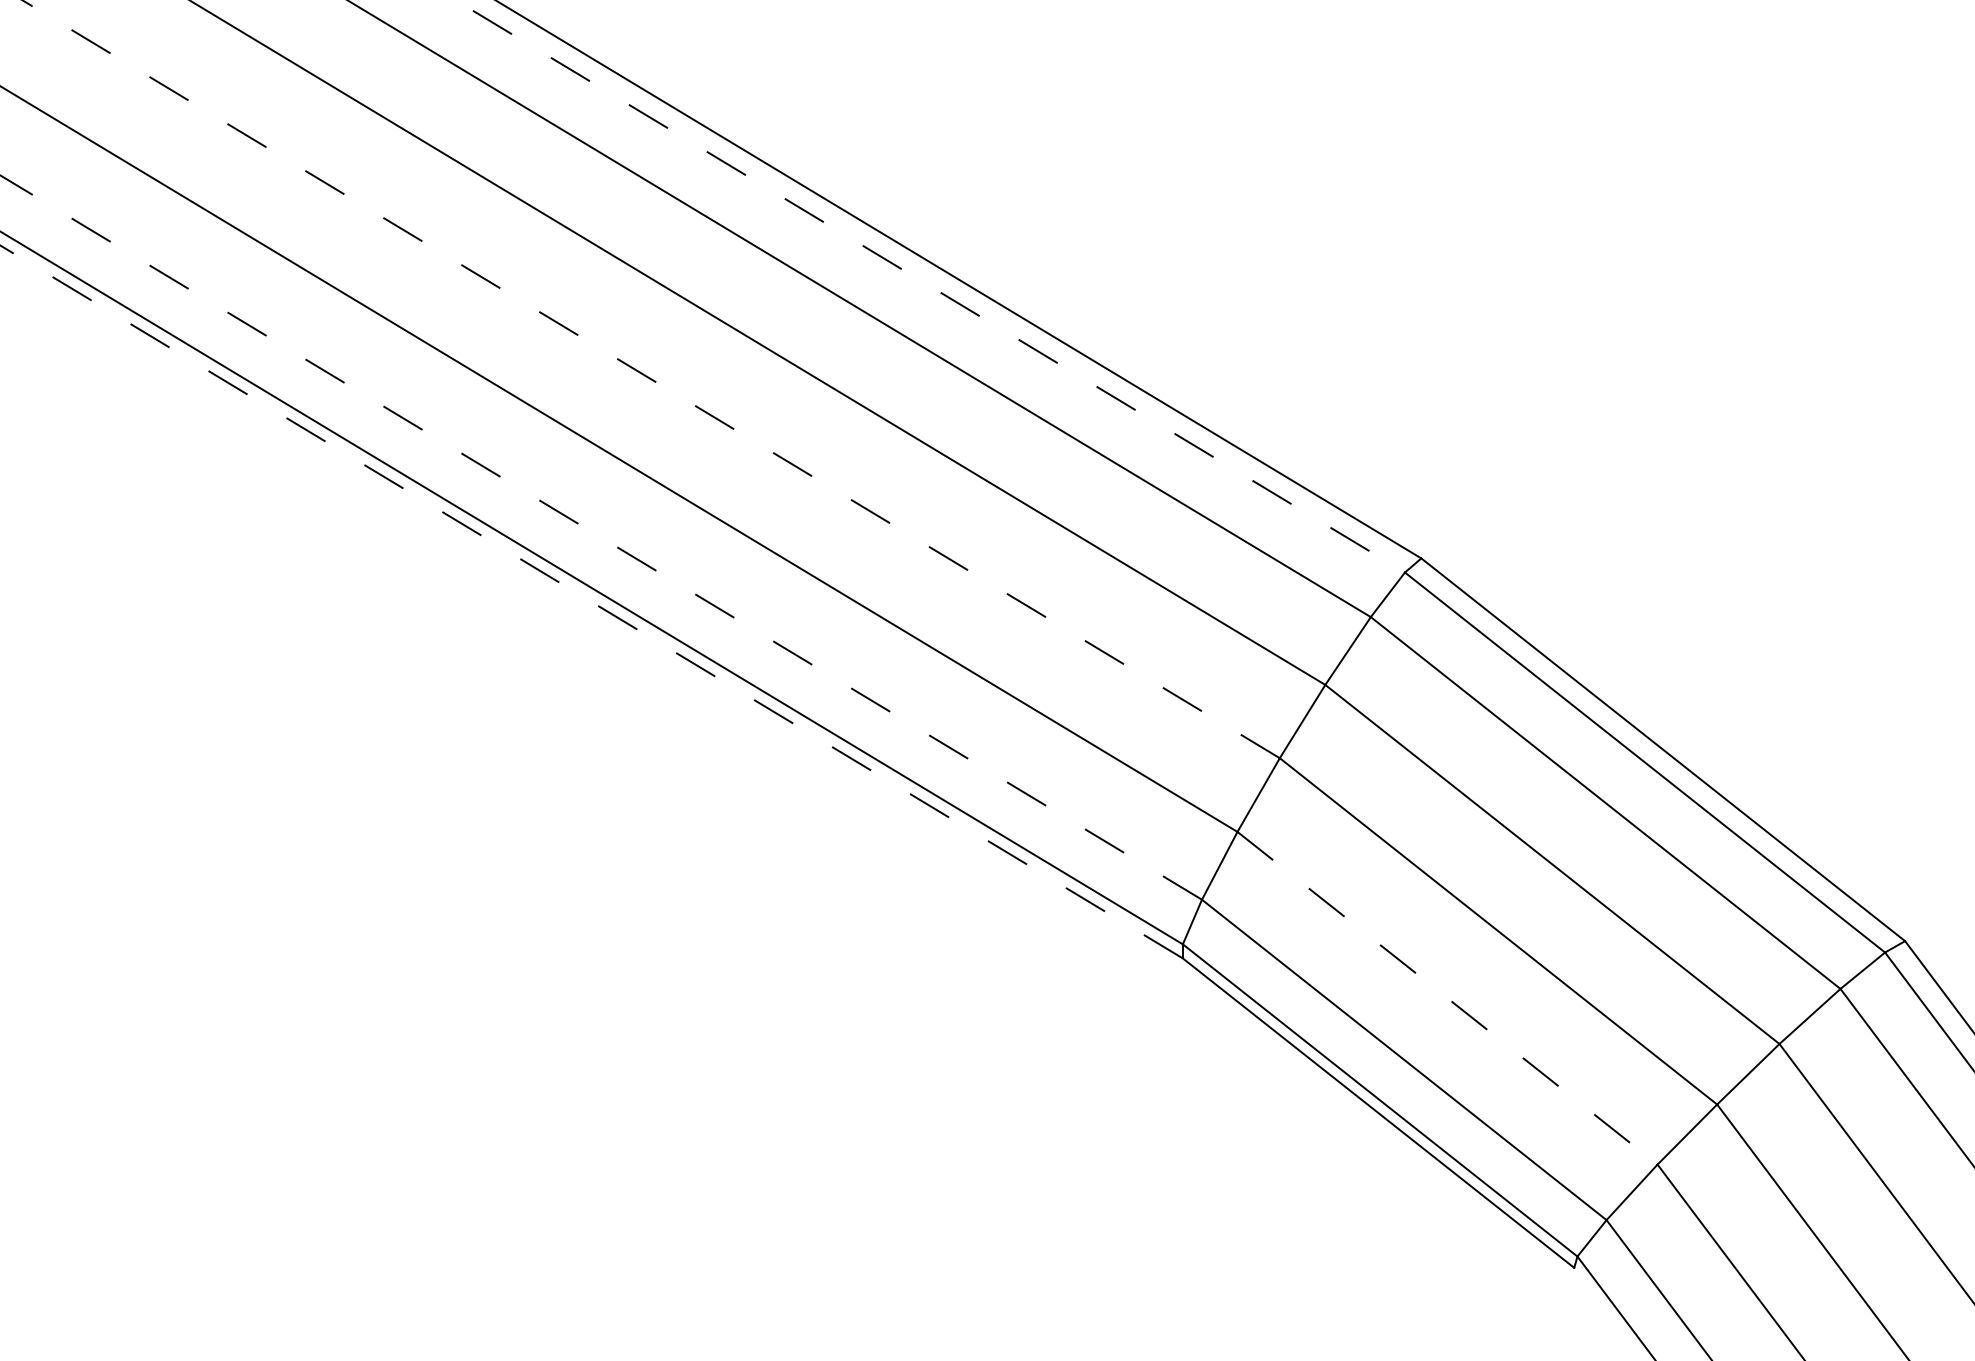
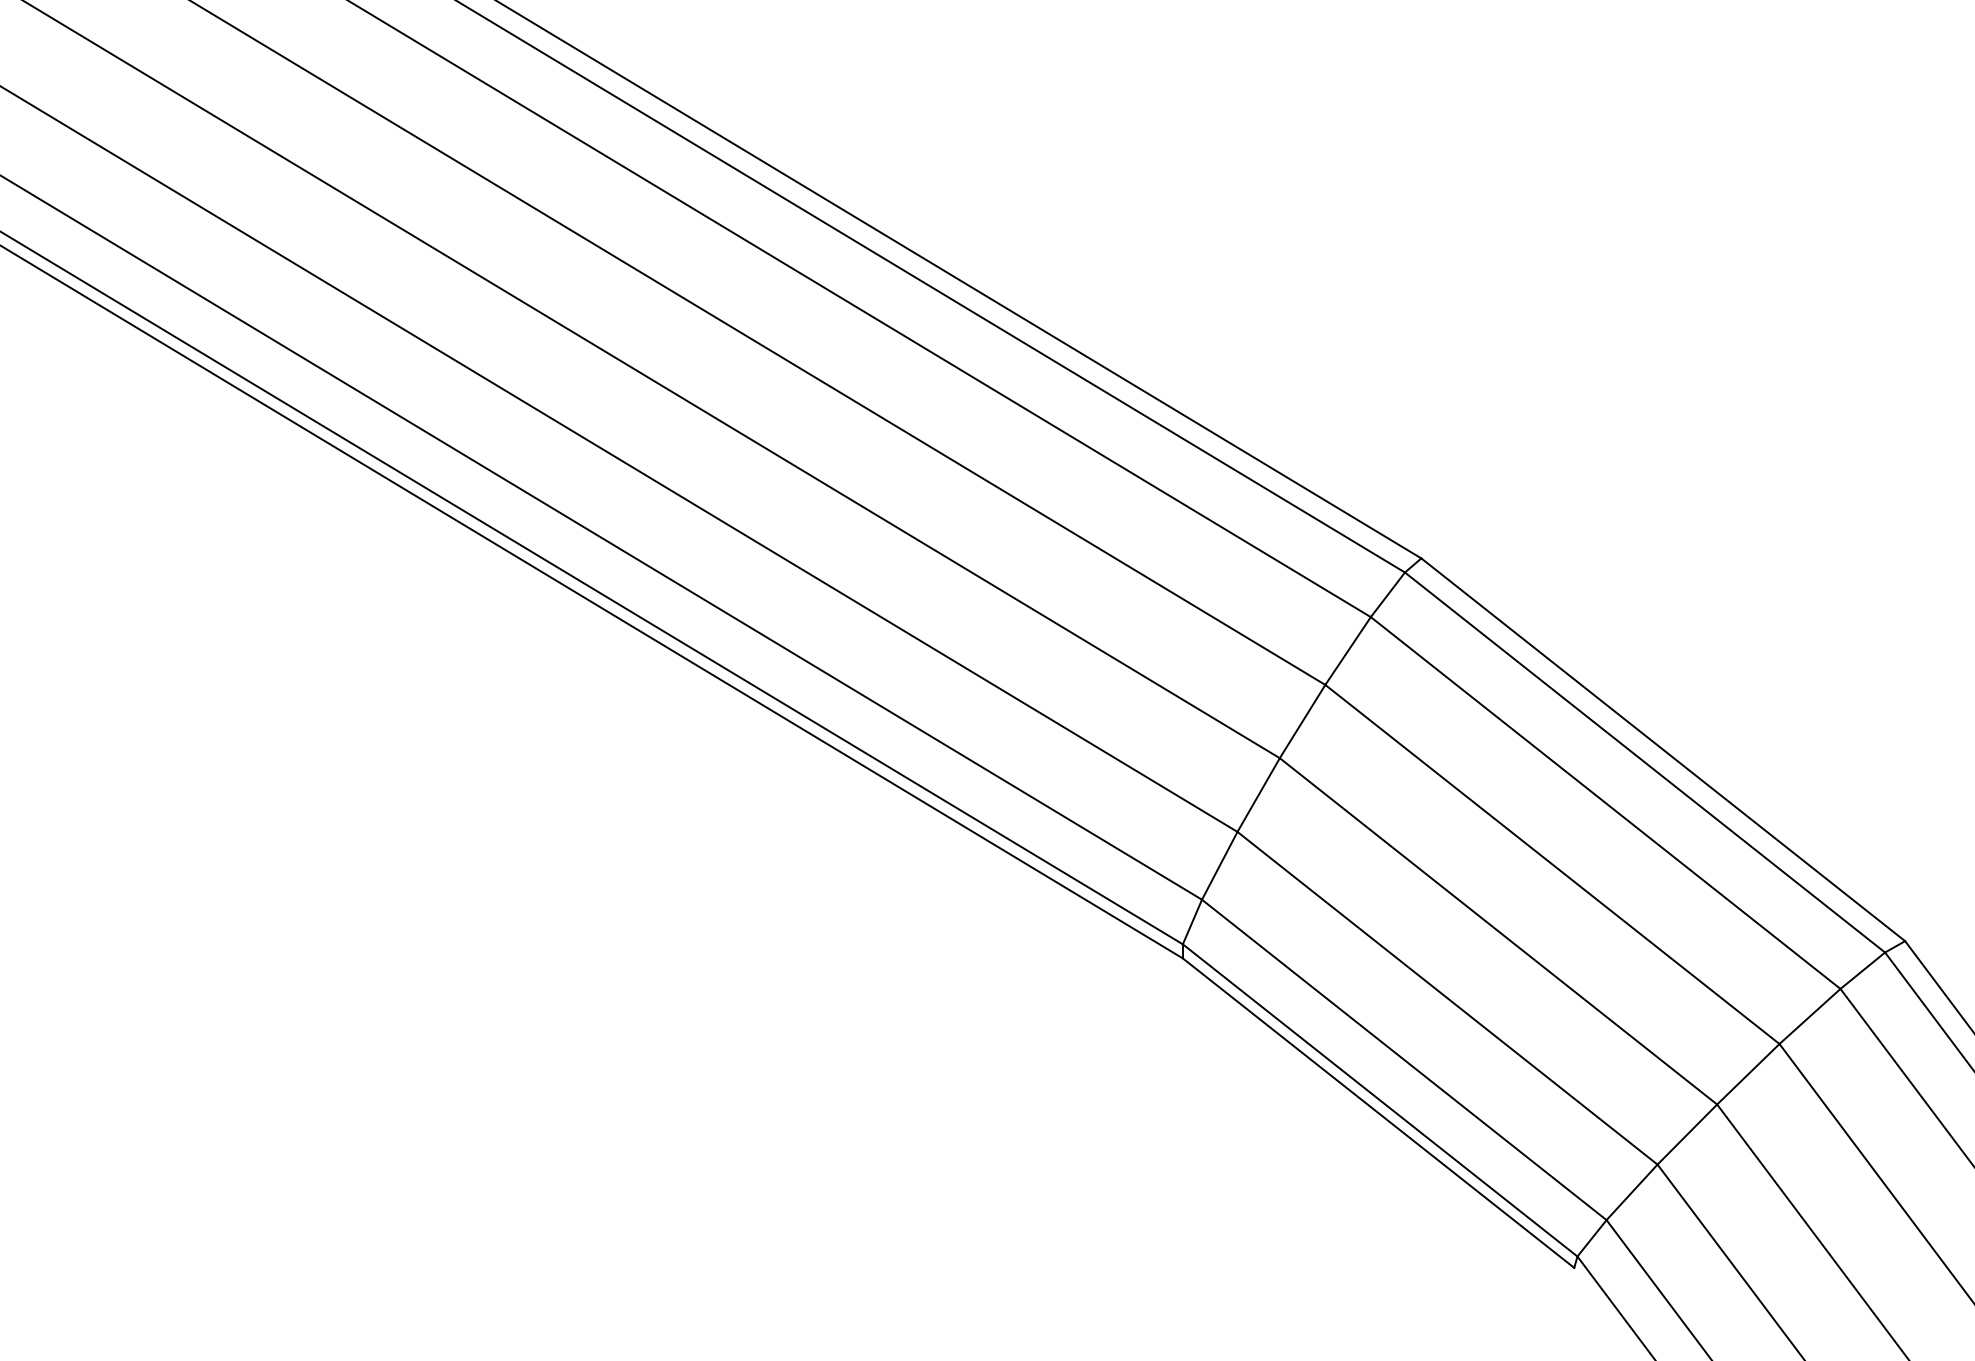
line at (930, 286): dashed -> solid
line at (651, 379): dashed -> solid
line at (600, 537): dashed -> solid
line at (591, 601): dashed -> solid
line at (1447, 998): dashed -> solid
